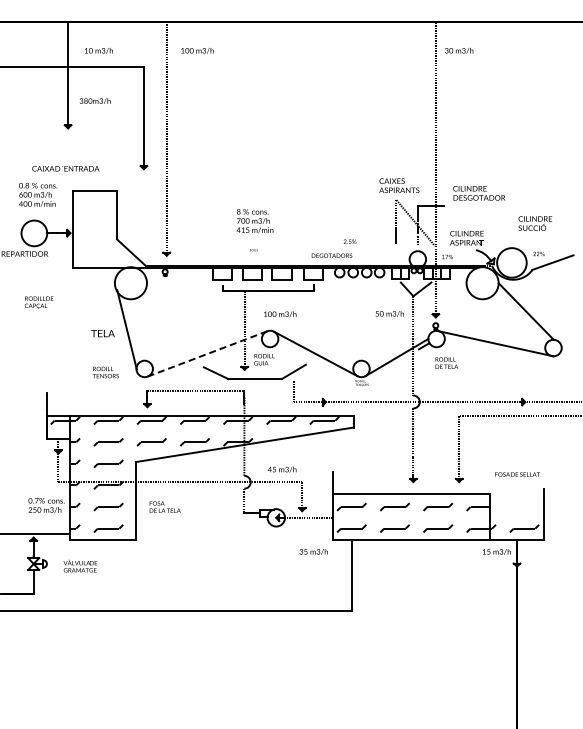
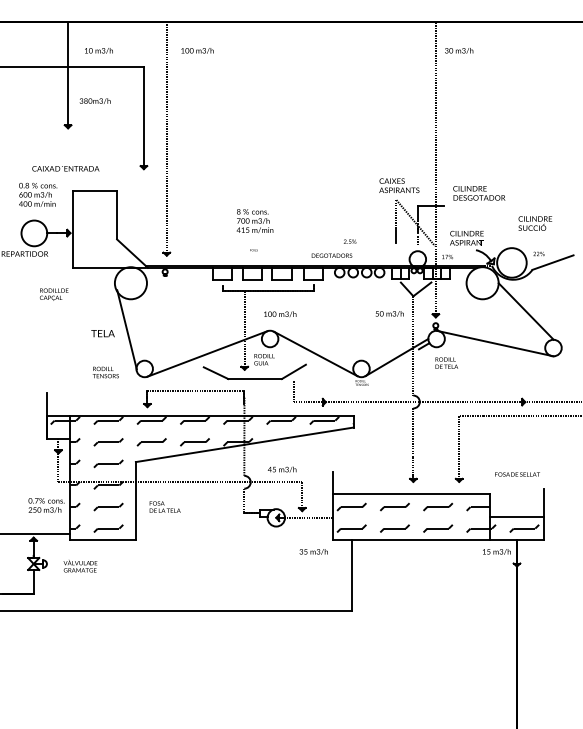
text at (39, 302) position: (39, 302) -> (54, 294)
line at (207, 353): dashed -> solid
line at (516, 517): none -> present
